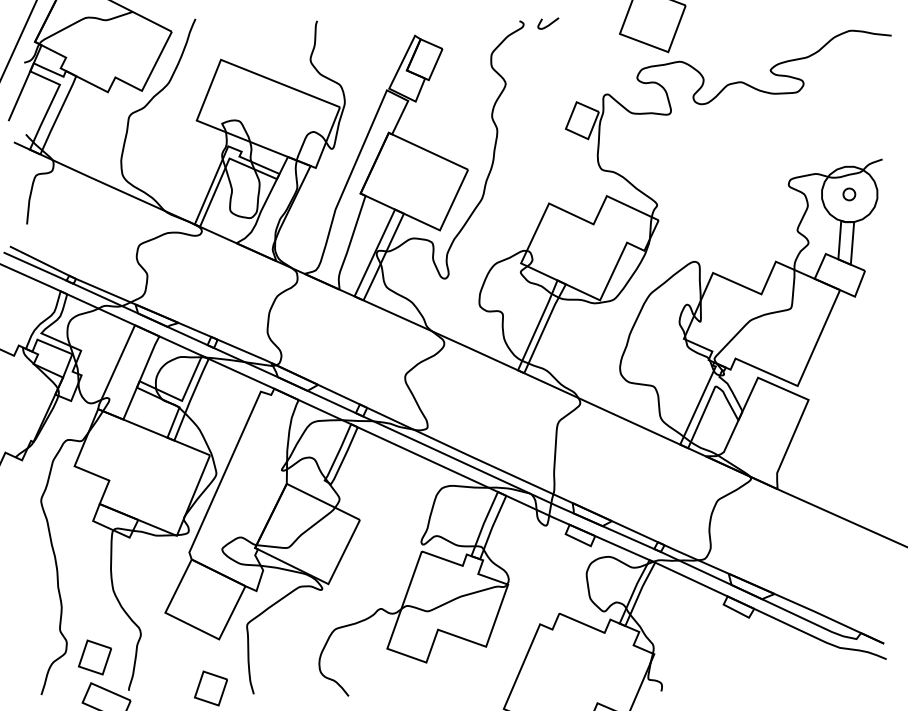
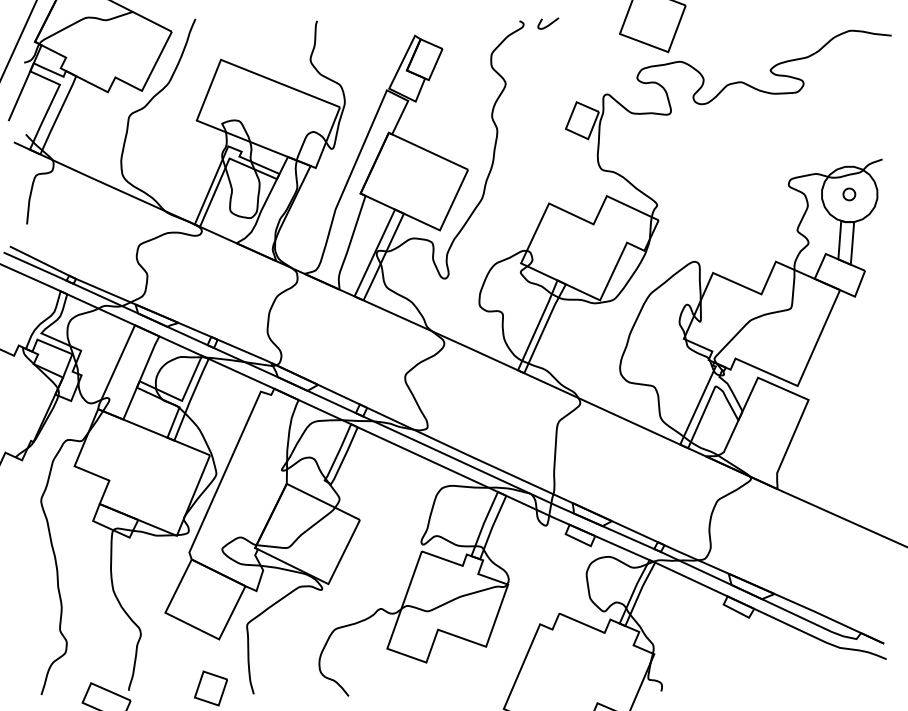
part at (94, 657): present -> none
